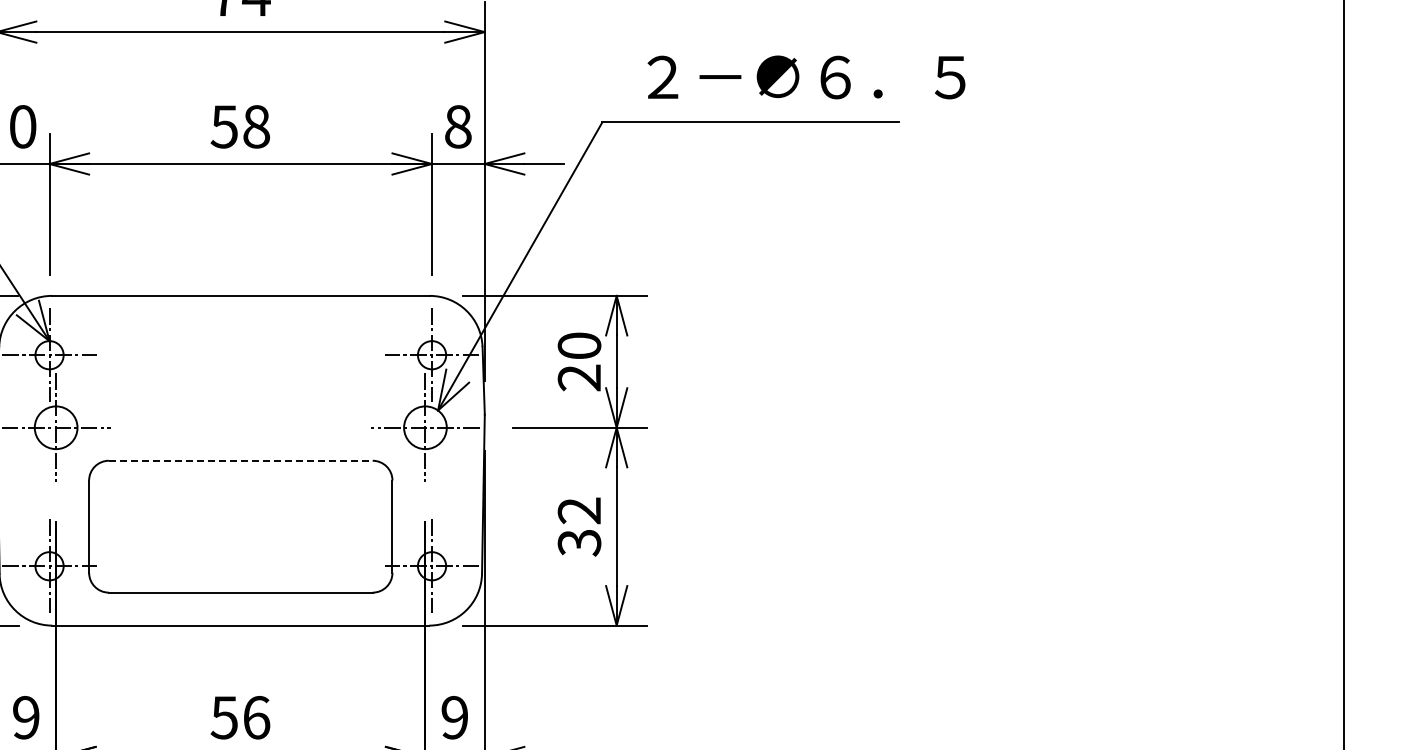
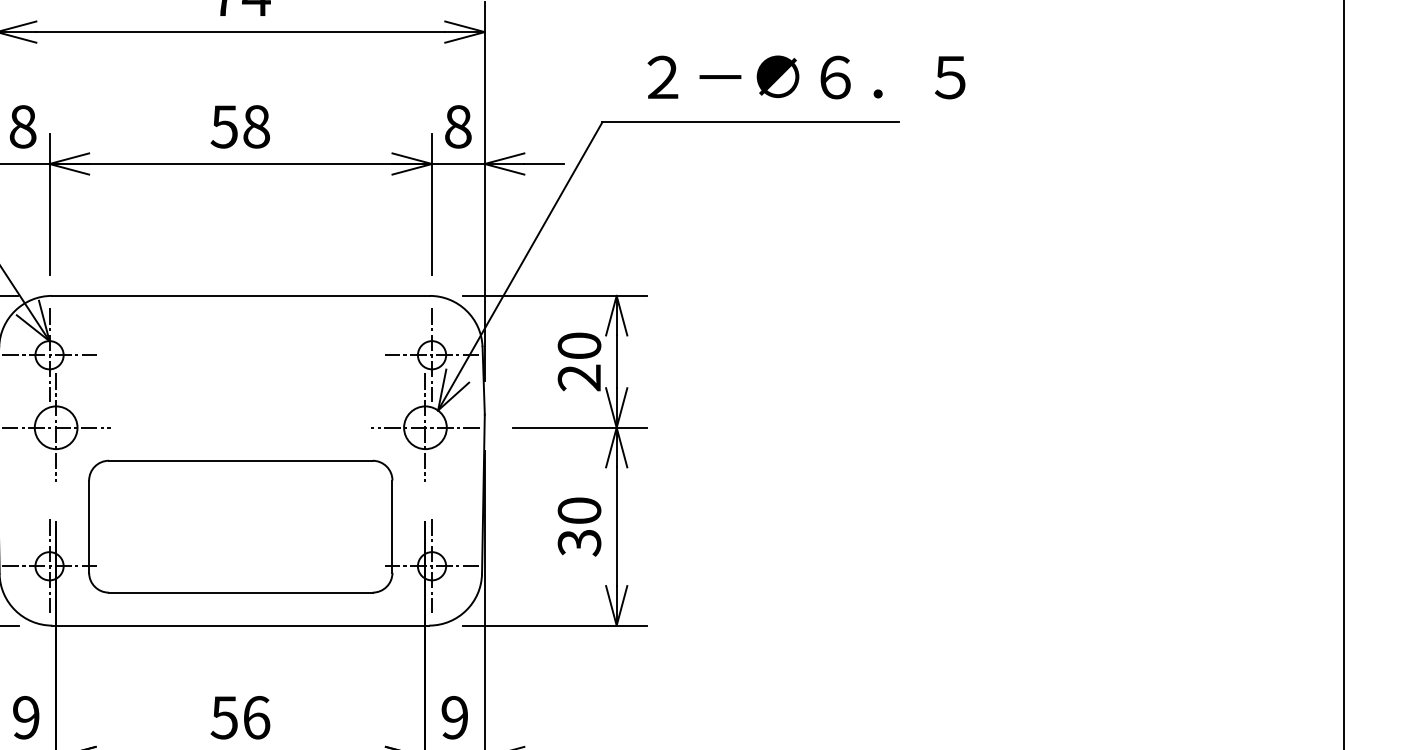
text at (22, 126): 0 -> 8
line at (240, 460): dashed -> solid
text at (579, 510): 32 -> 30
